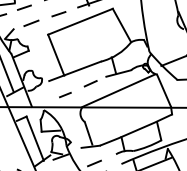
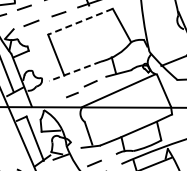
line at (80, 21): solid -> dashed
line at (75, 71): solid -> dashed
line at (65, 95) position: (65, 95) -> (72, 95)
